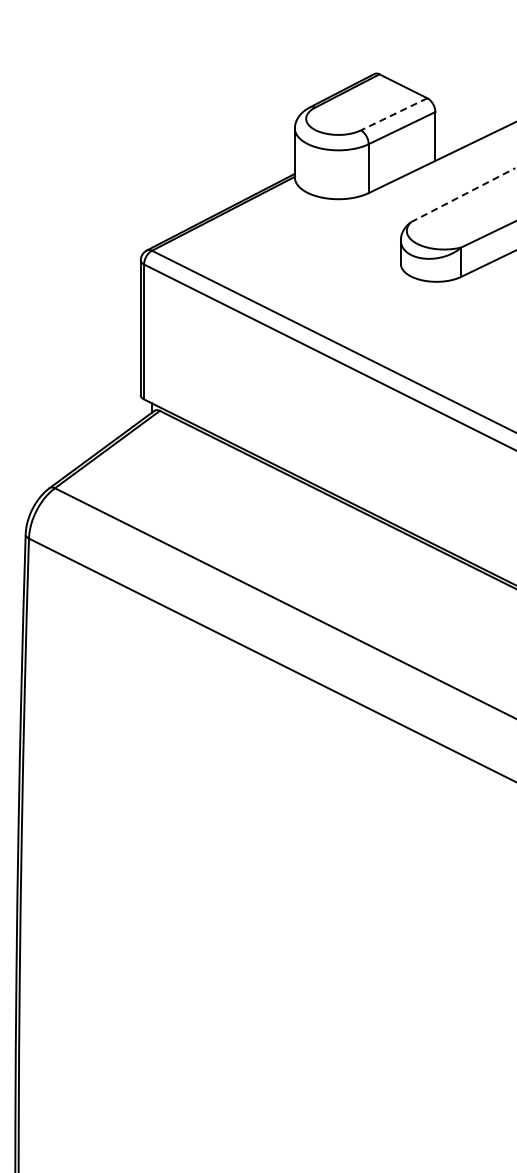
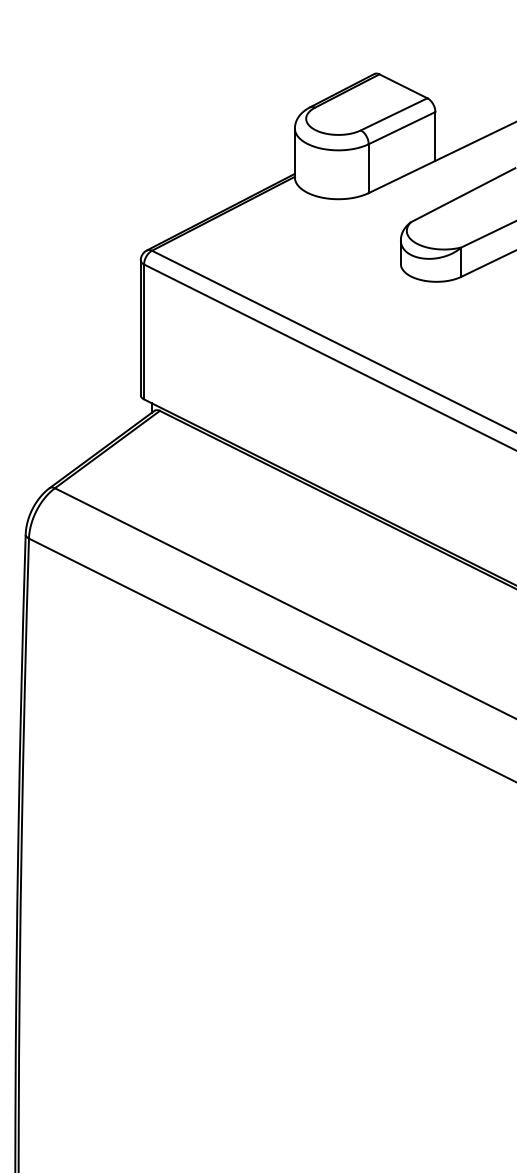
line at (394, 114): dashed -> solid
line at (463, 195): dashed -> solid
